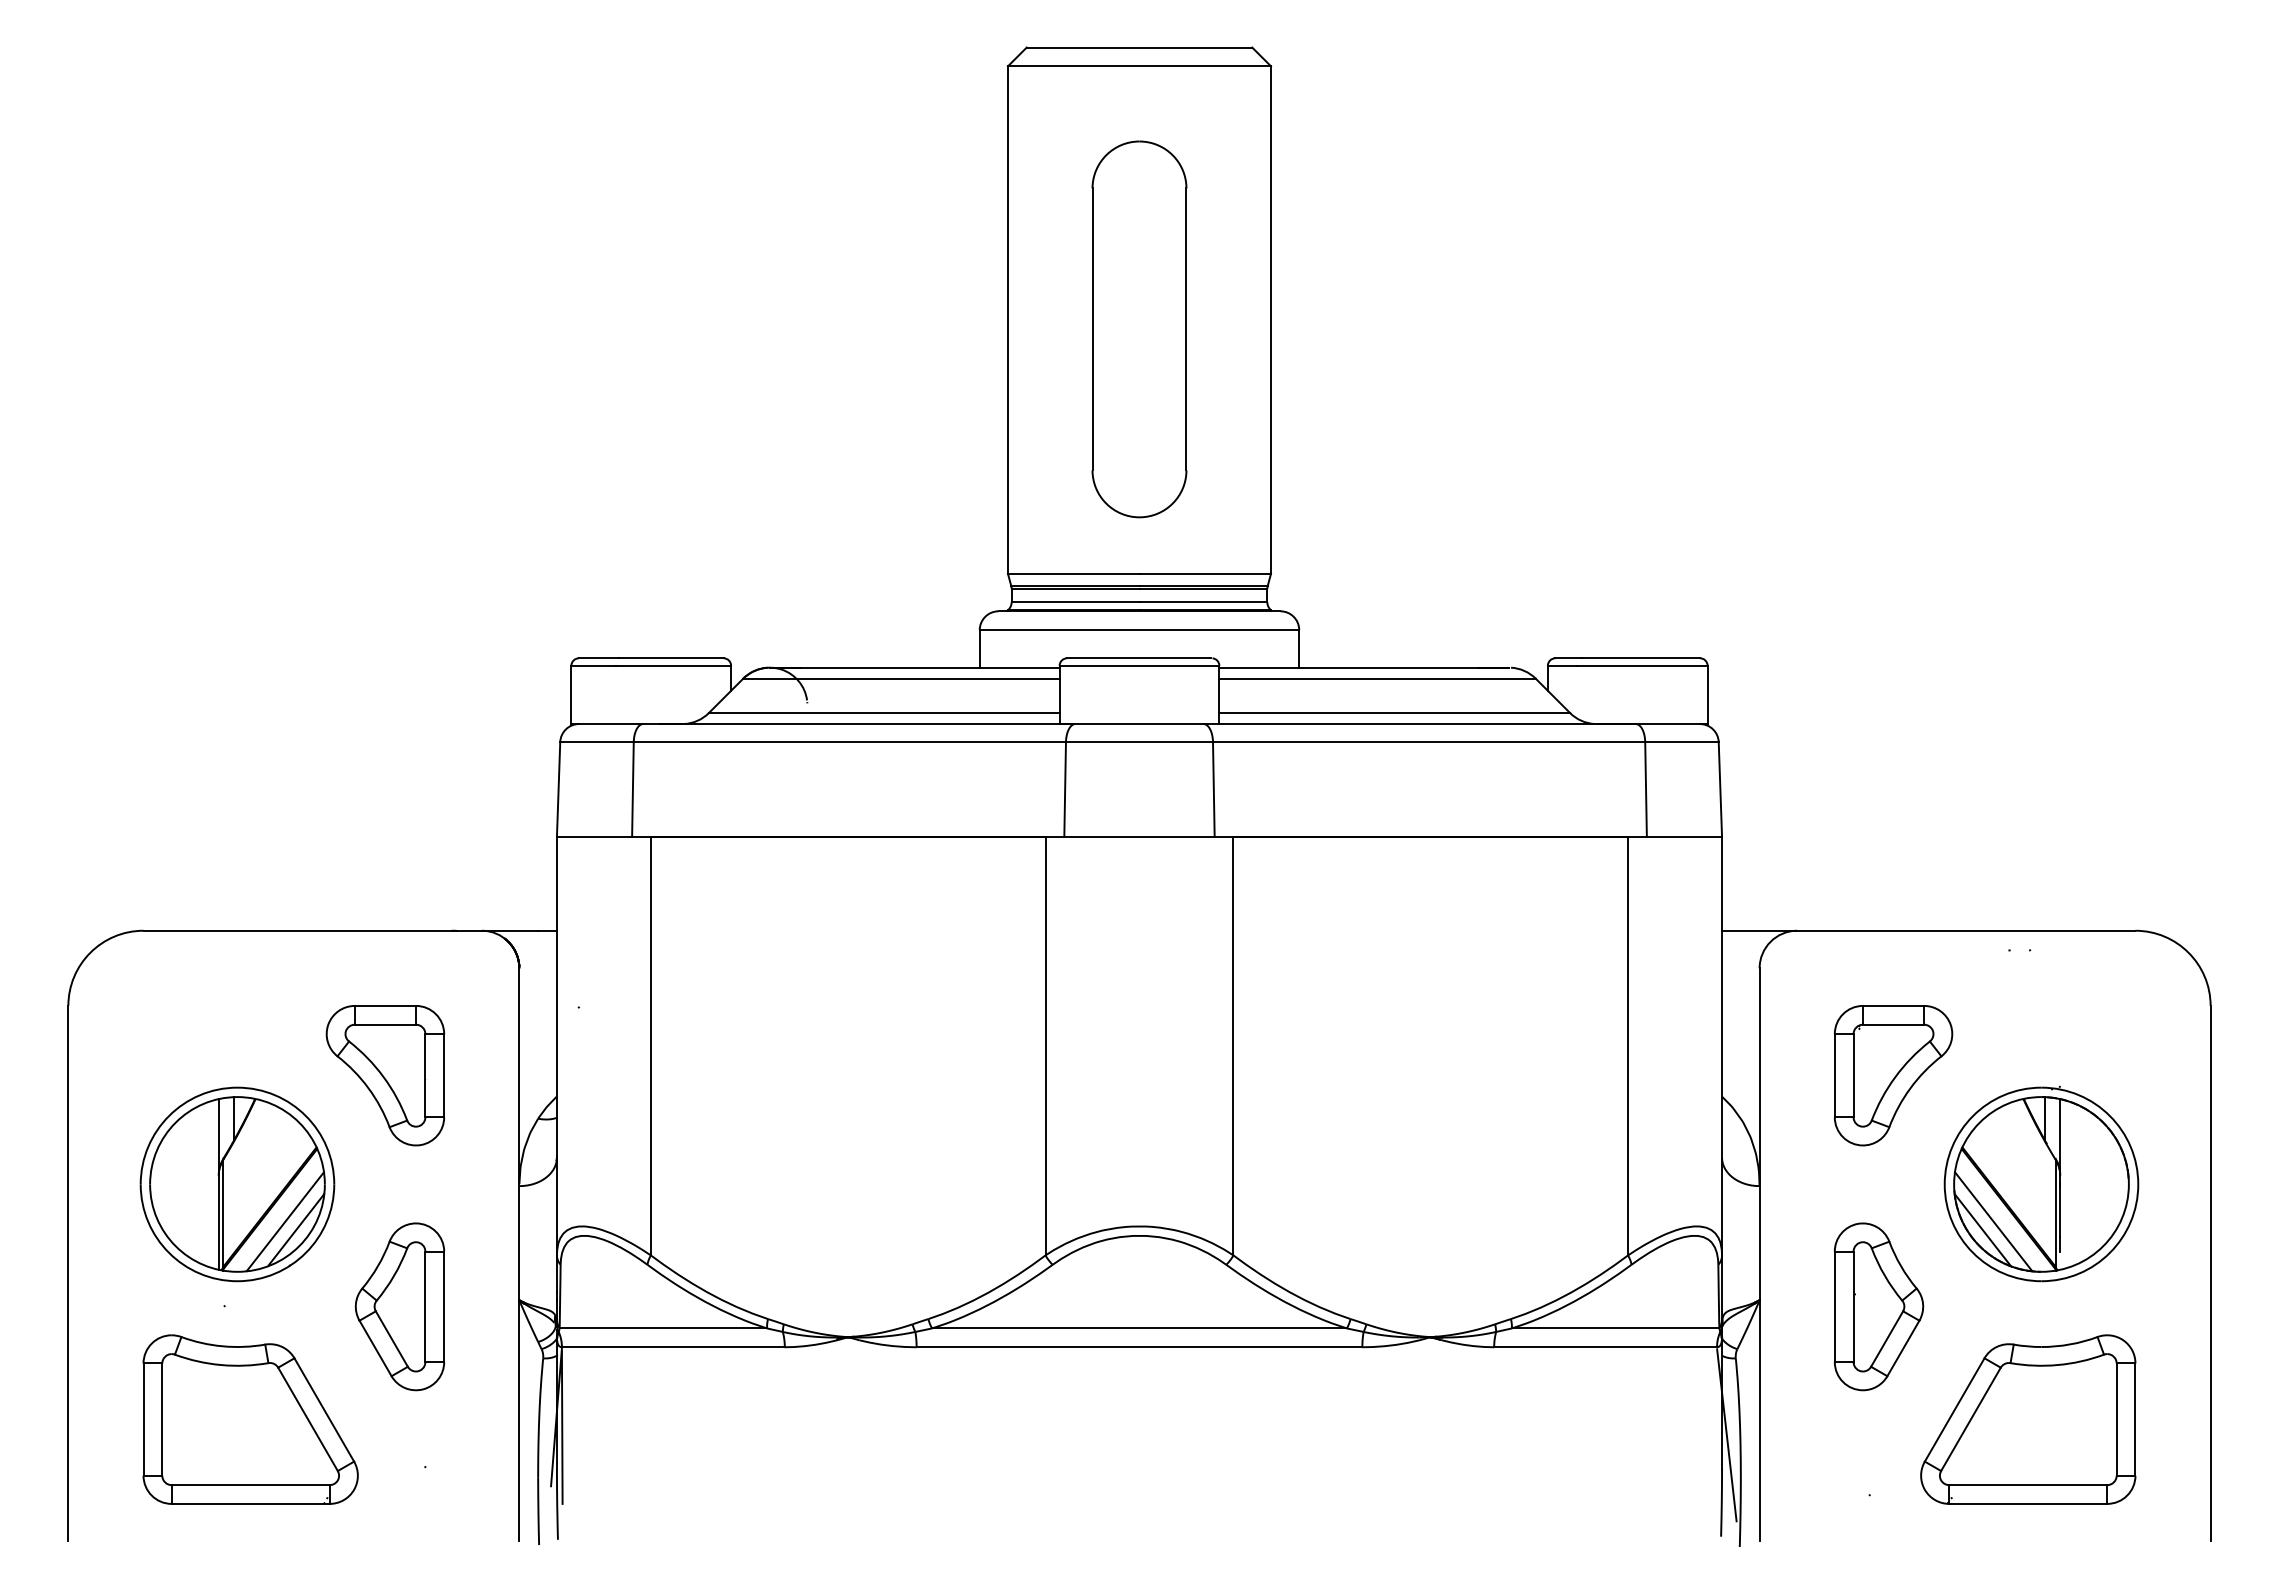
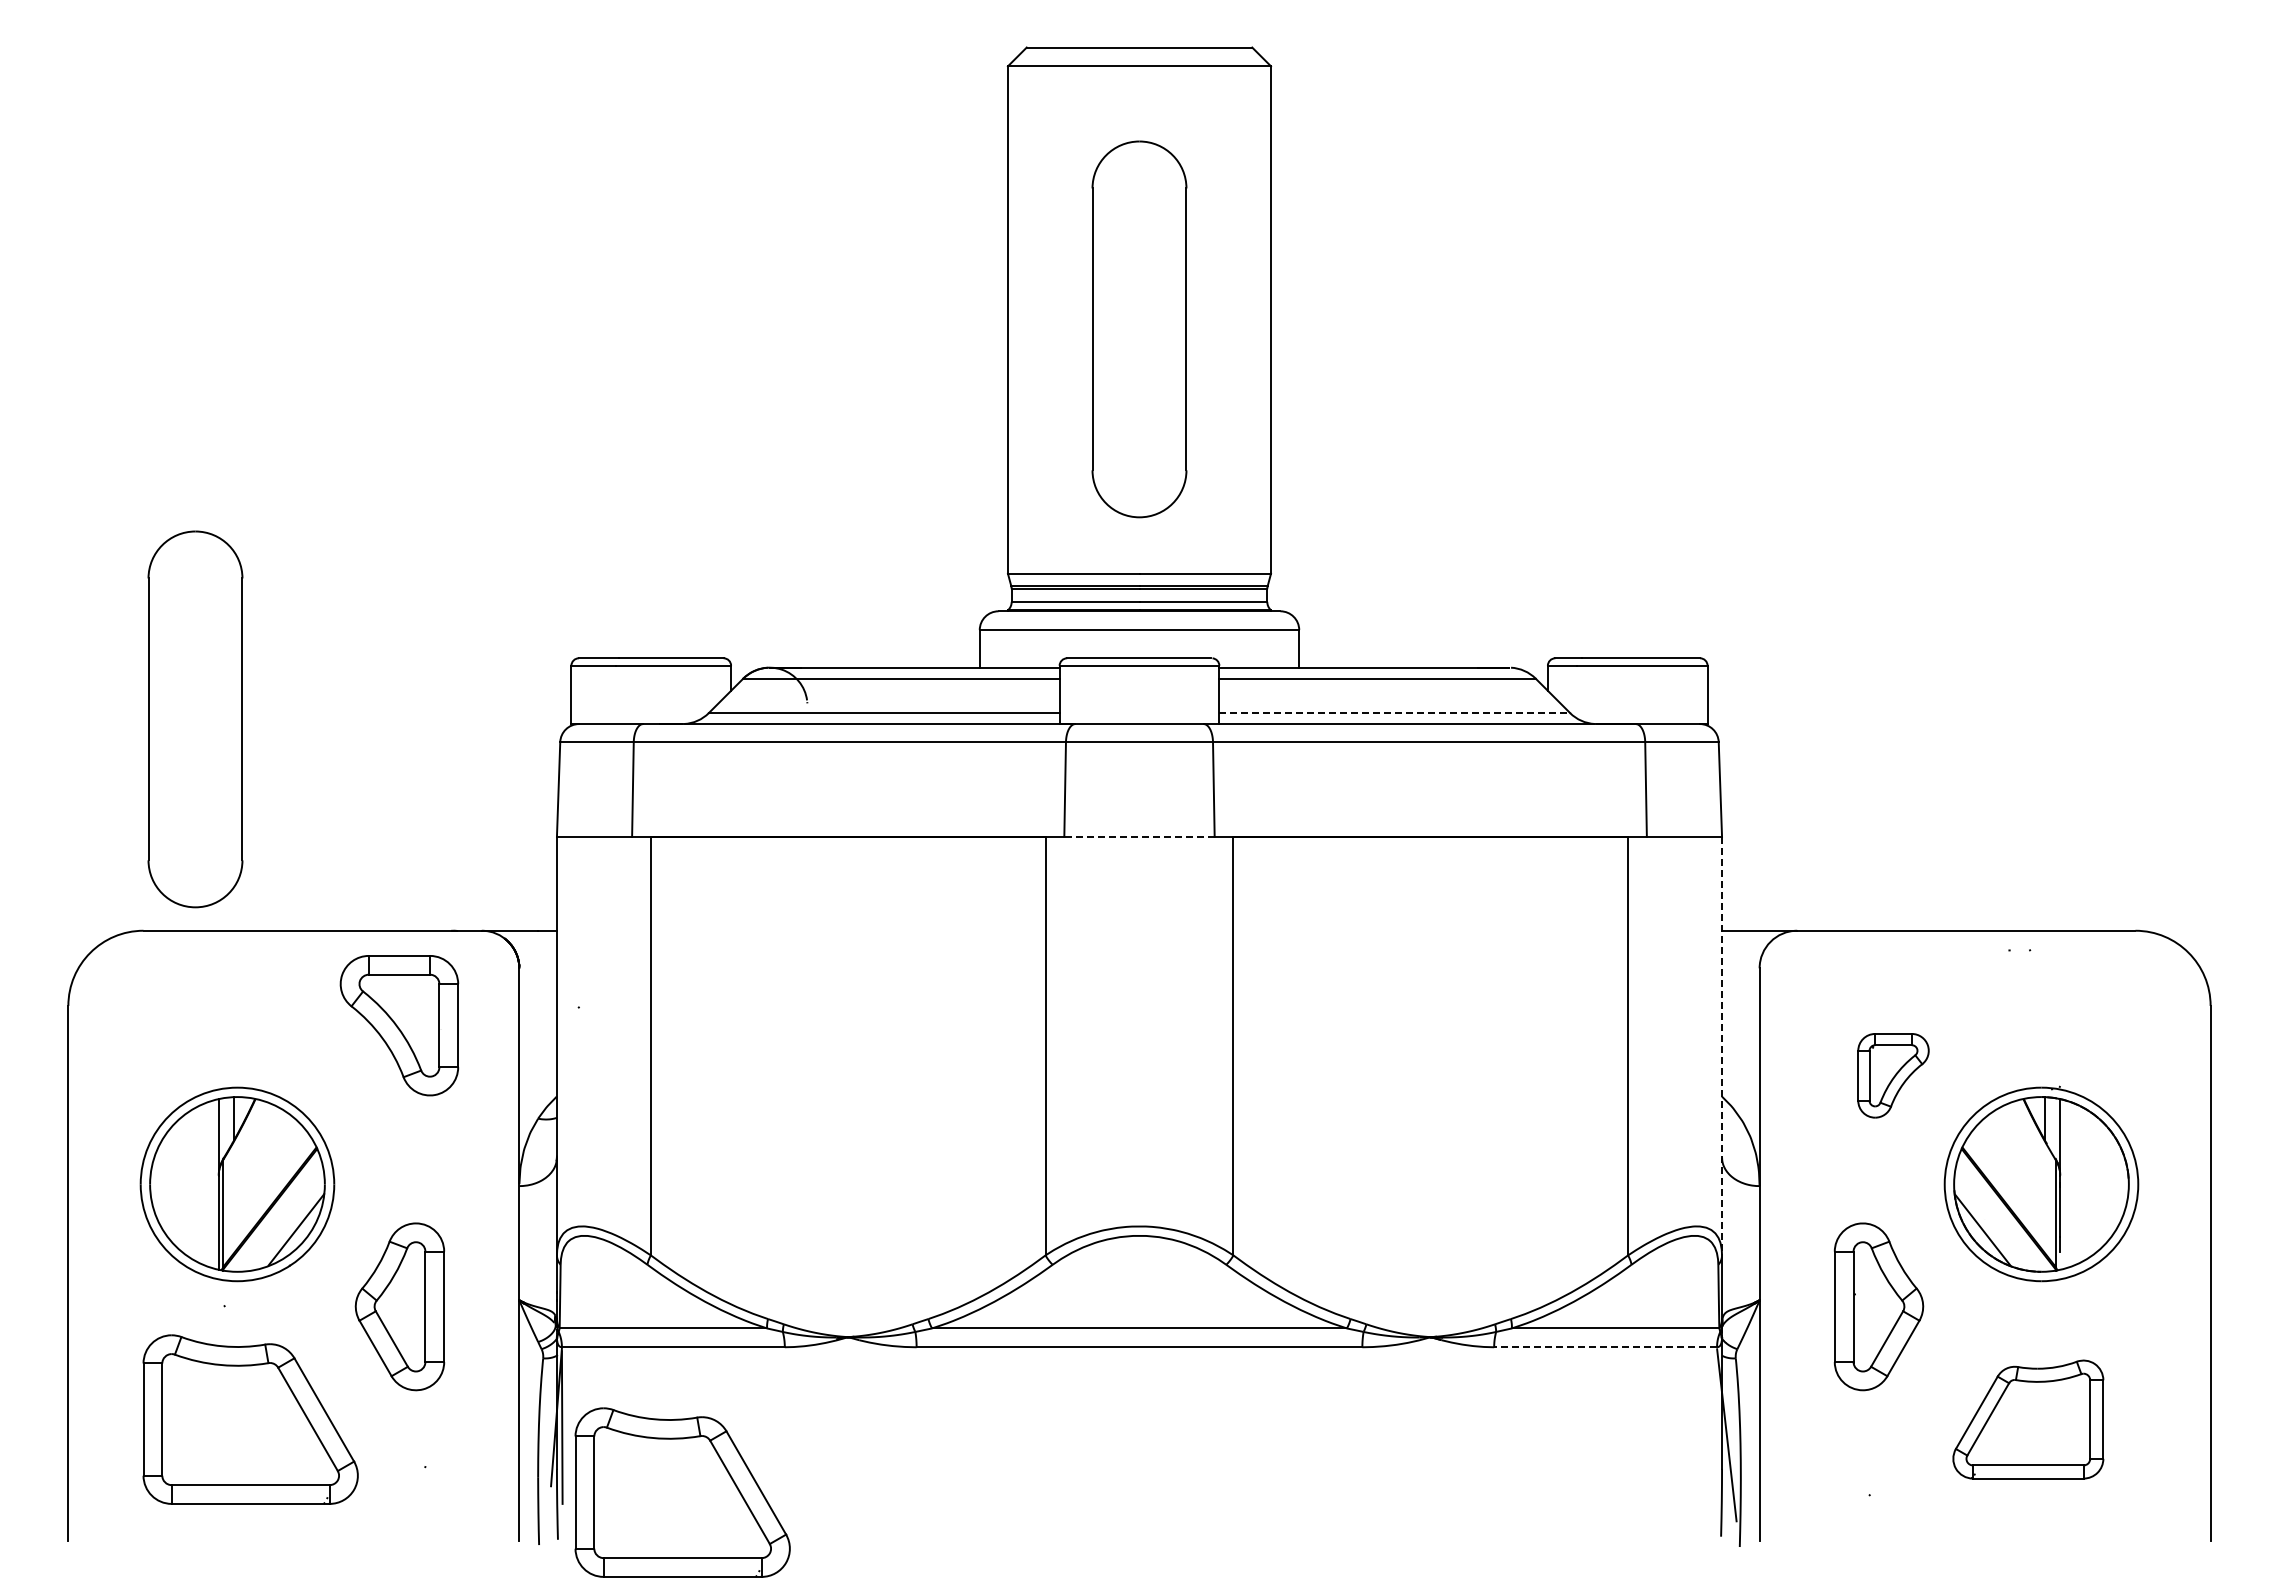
line at (1395, 713): solid -> dashed
part at (195, 719): none -> present
line at (1139, 836): solid -> dashed
line at (1722, 1046): solid -> dashed
part at (385, 1075) position: (385, 1075) -> (399, 1025)
part at (1893, 1075) size: 121x142 px -> 73x86 px
line at (284, 1221): present -> none
line at (1993, 1221): present -> none
line at (1605, 1347): solid -> dashed
part at (2028, 1419) size: 217x171 px -> 153x121 px
part at (682, 1492): none -> present
